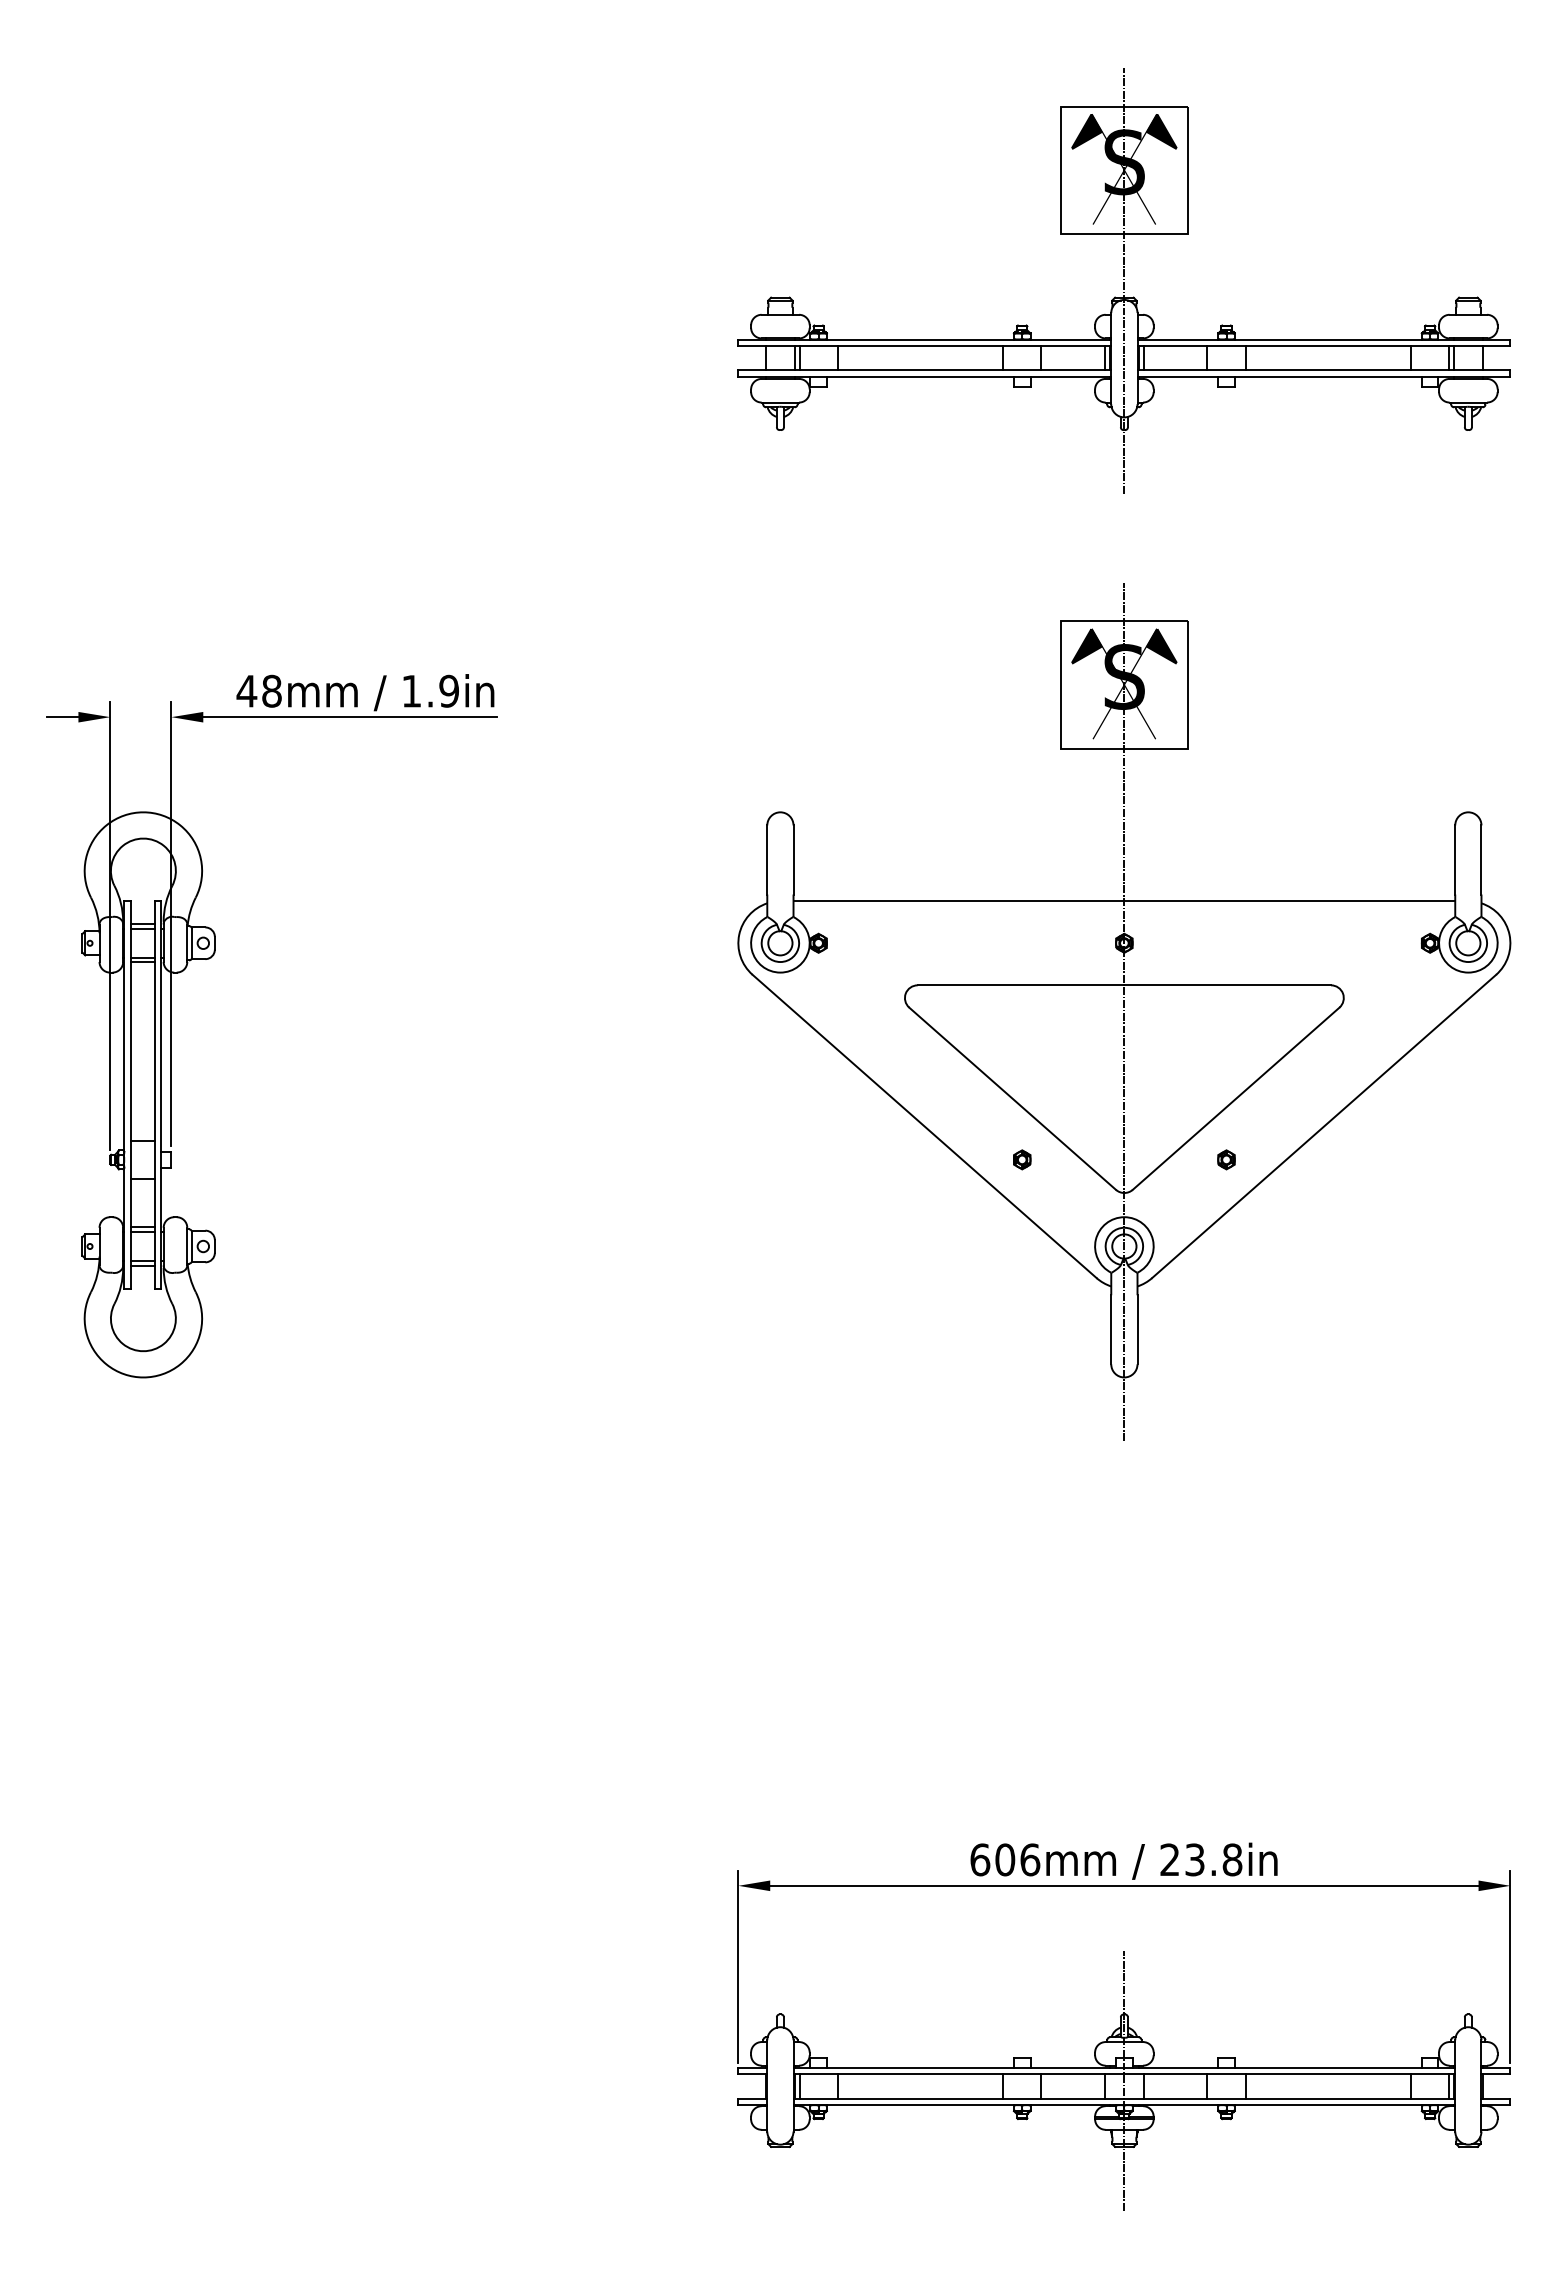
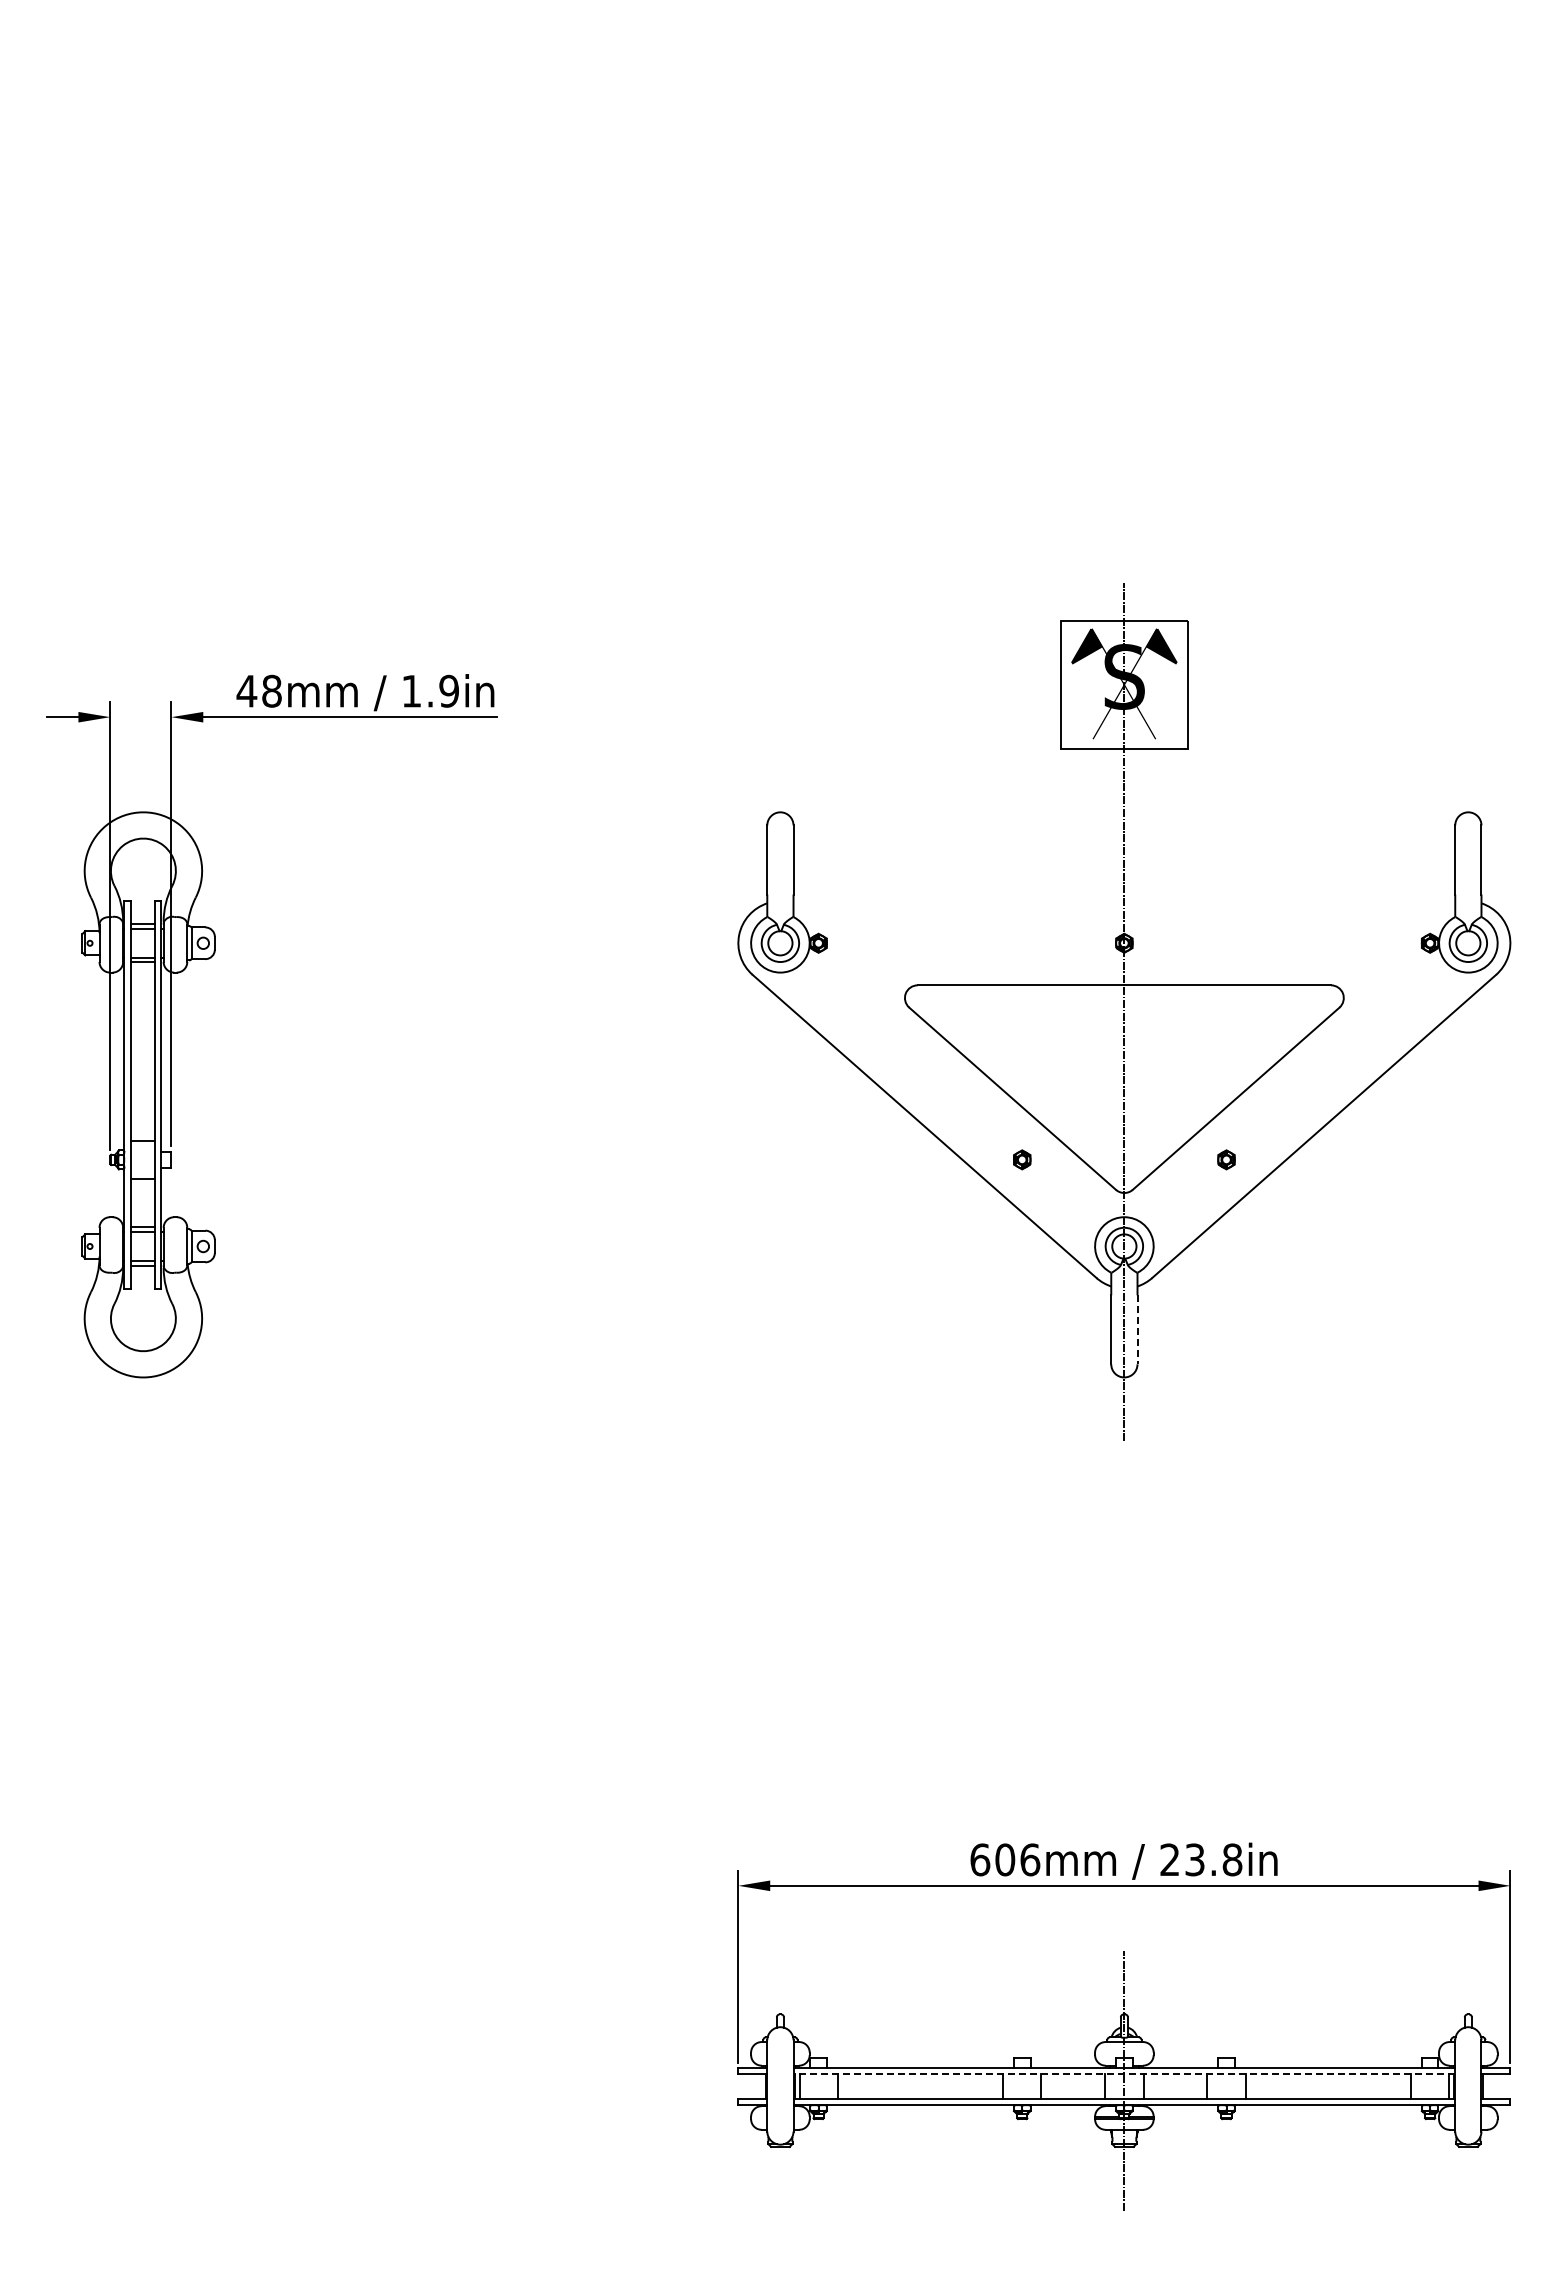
part at (1123, 280): present -> none
line at (1124, 901): present -> none
line at (1137, 1329): solid -> dashed
line at (1124, 2074): solid -> dashed
